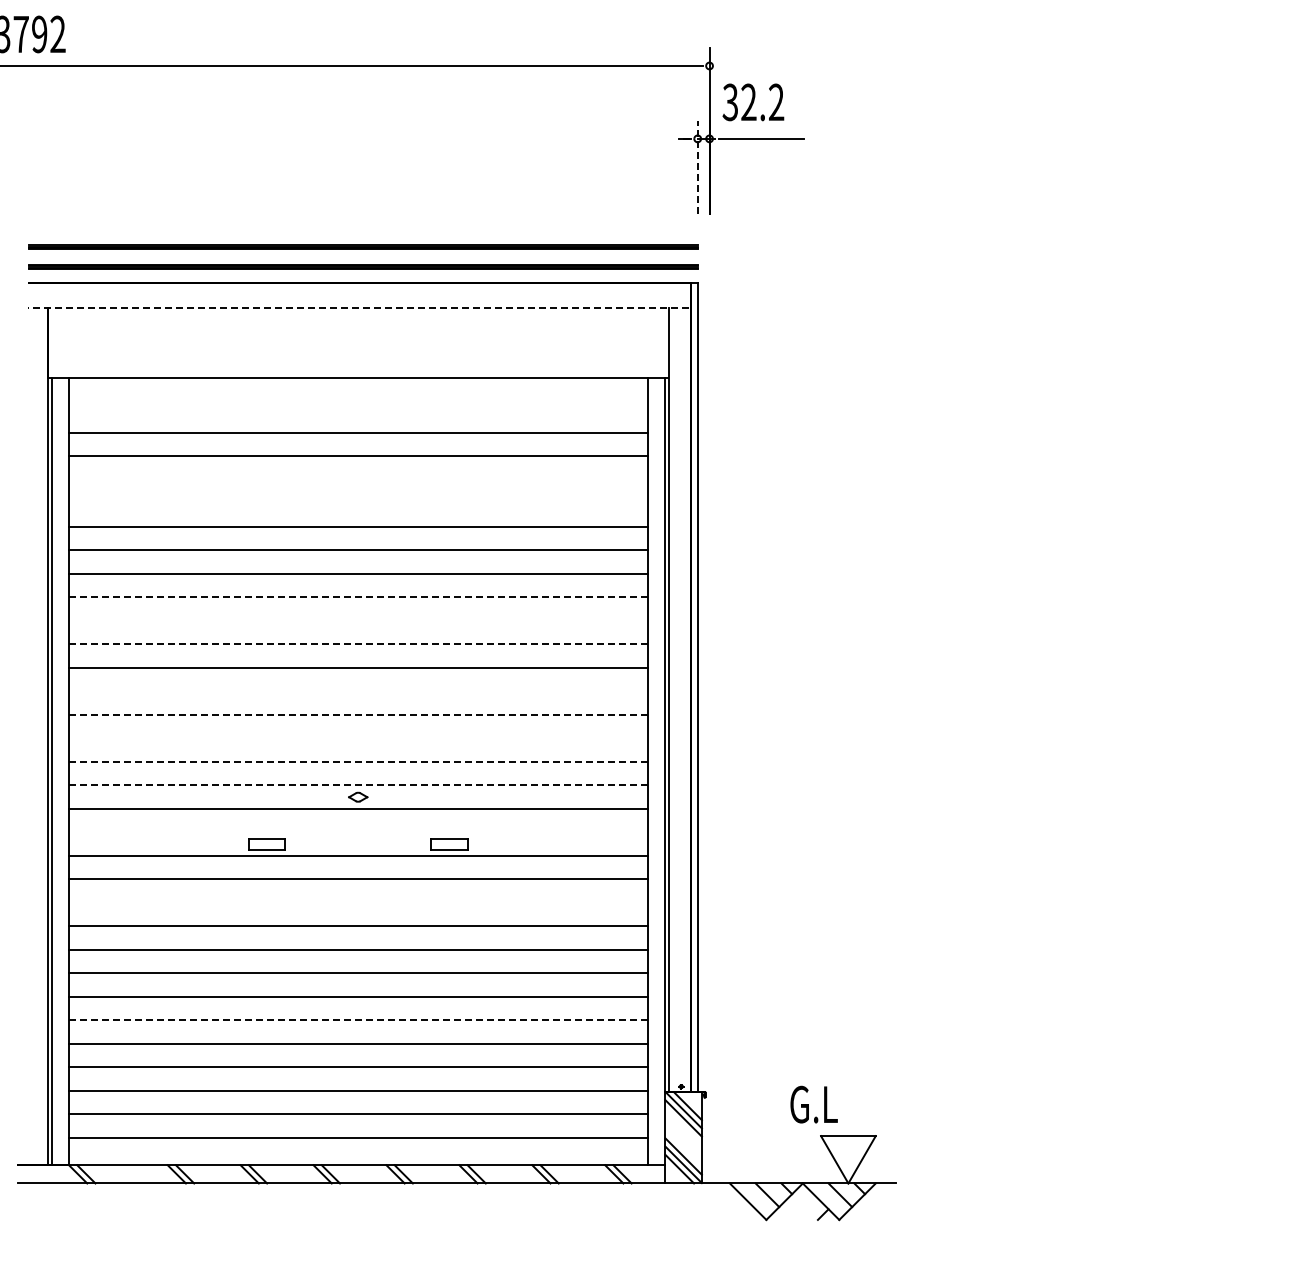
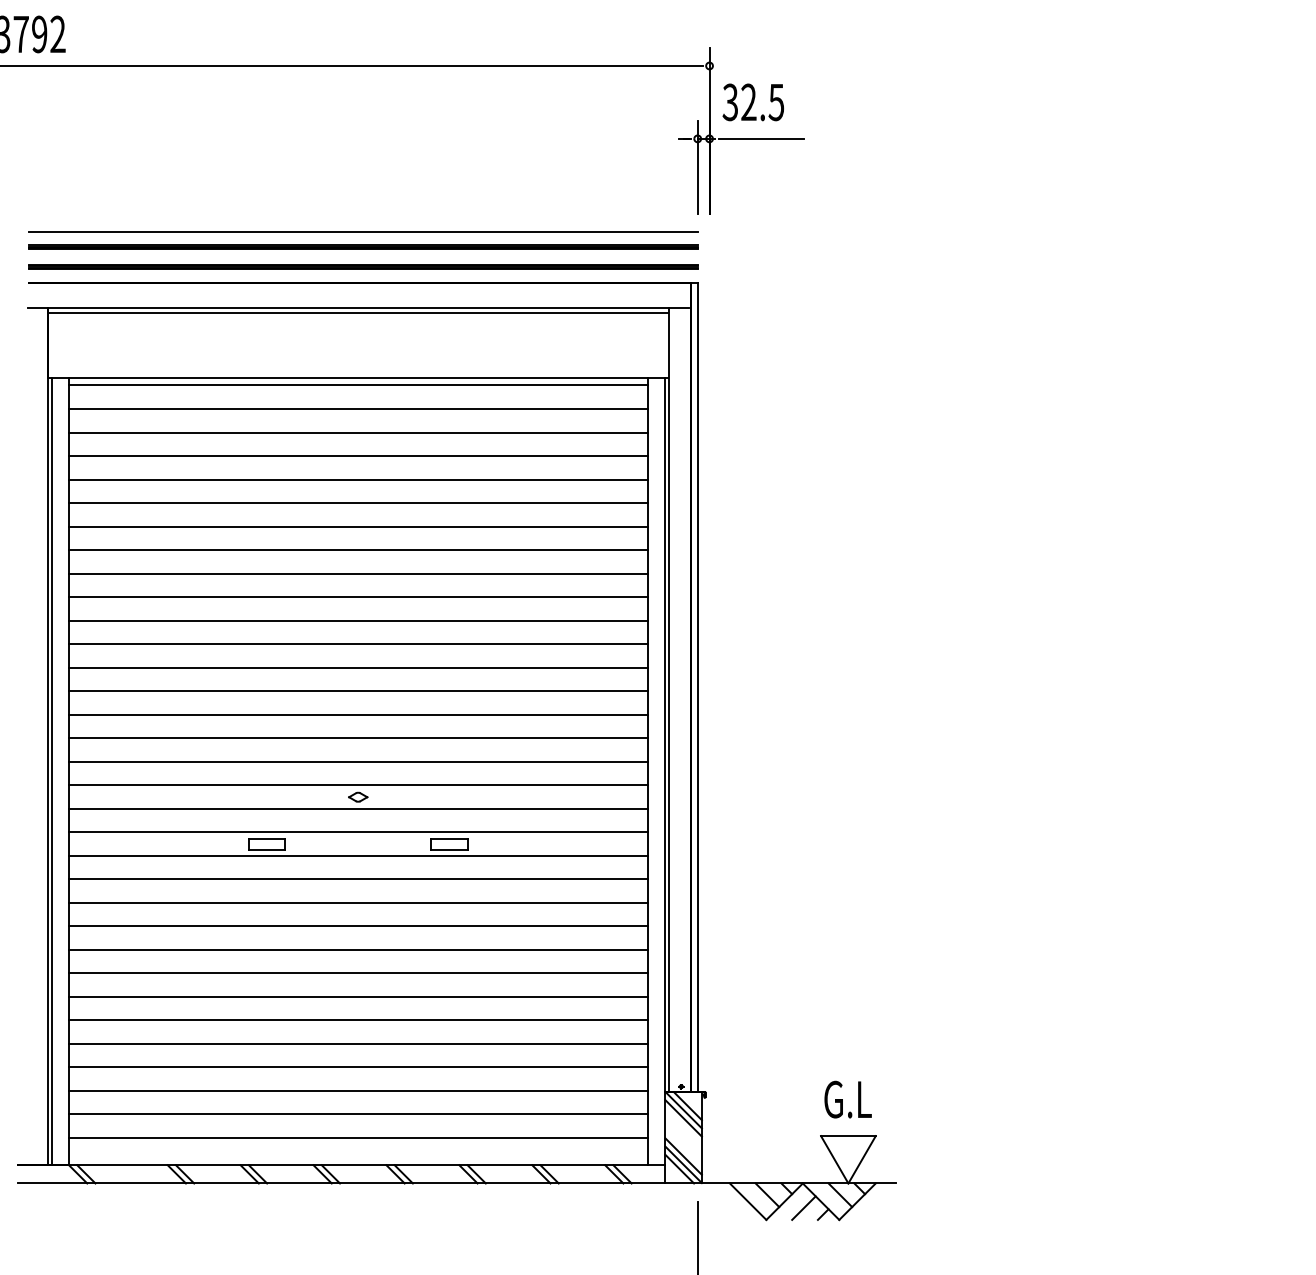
text at (776, 102): 32.2 -> 32.5
line at (697, 167): dashed -> solid
line at (363, 231): none -> present
line at (358, 307): dashed -> solid
line at (358, 313): none -> present
line at (357, 385): none -> present
line at (357, 409): none -> present
line at (357, 479): none -> present
line at (357, 503): none -> present
line at (358, 597): dashed -> solid
line at (357, 620): none -> present
line at (358, 644): dashed -> solid
line at (357, 691): none -> present
line at (358, 714): dashed -> solid
line at (357, 738): none -> present
line at (358, 761): dashed -> solid
line at (358, 785): dashed -> solid
line at (357, 832): none -> present
line at (357, 902): none -> present
line at (358, 1020): dashed -> solid
text at (813, 1104) position: (813, 1104) -> (847, 1099)
line at (803, 1207): none -> present
line at (697, 1236): none -> present
